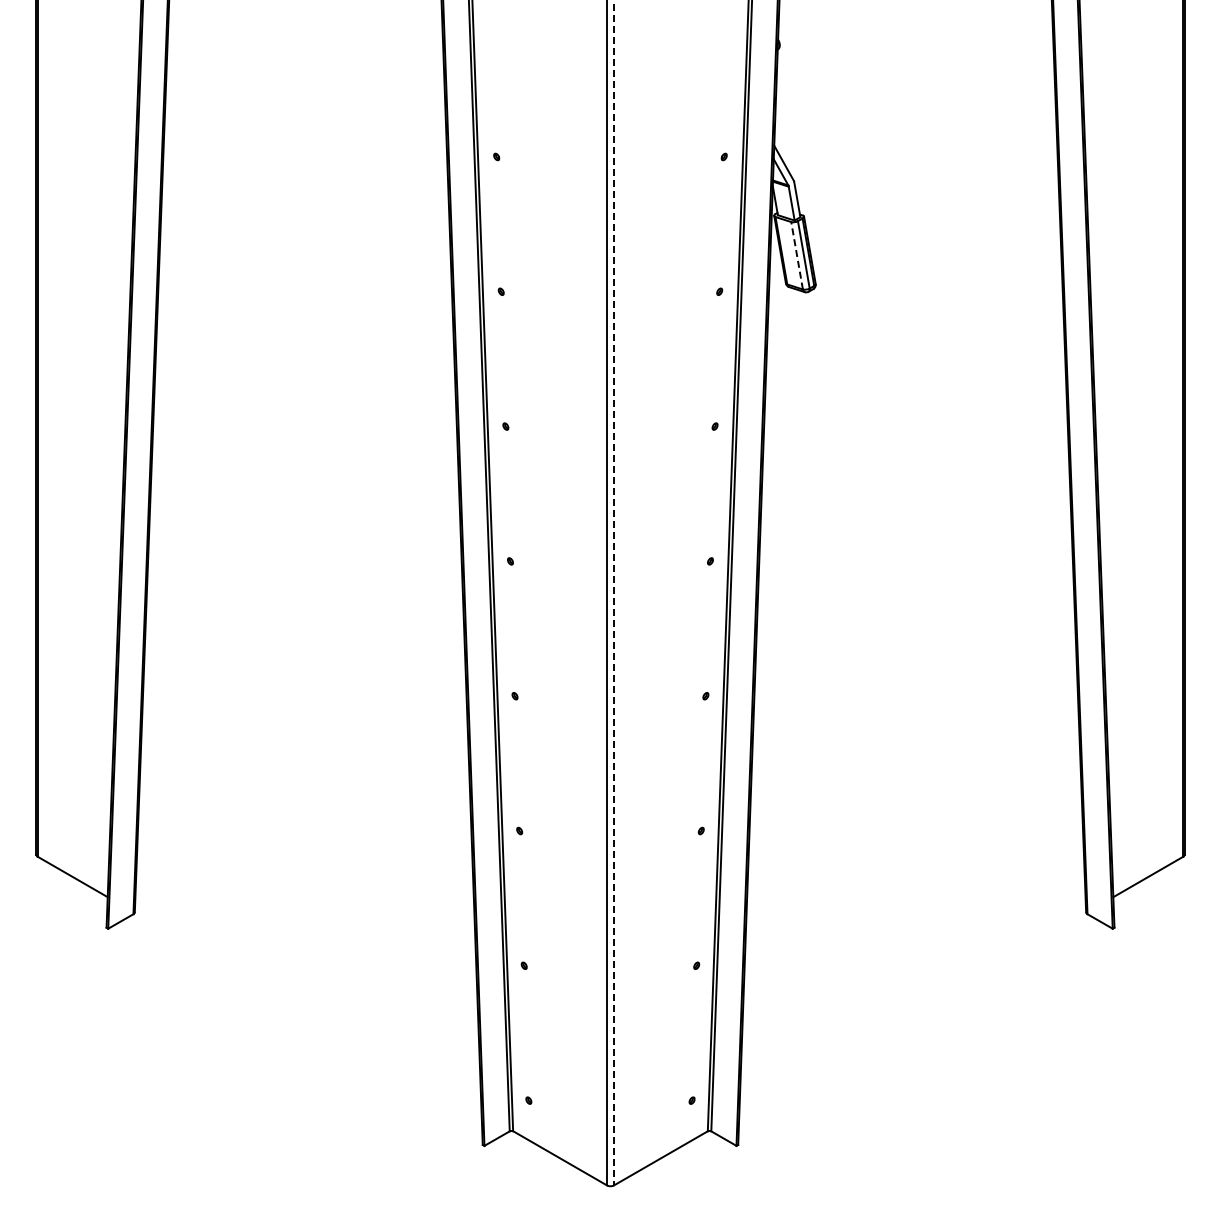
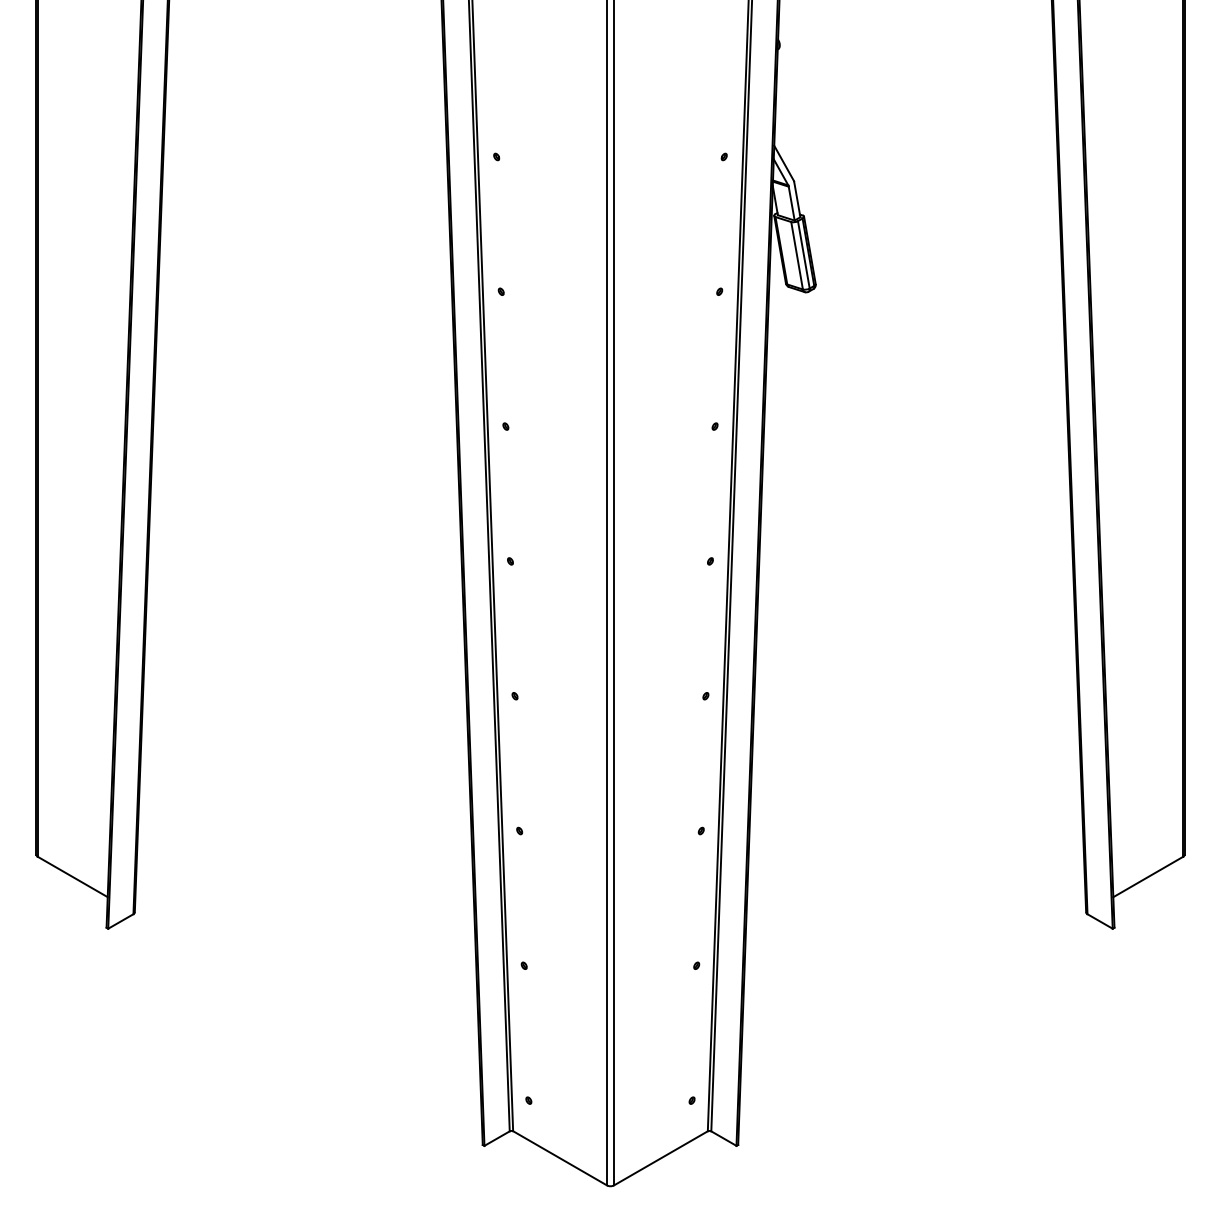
line at (797, 255): dashed -> solid
line at (613, 593): dashed -> solid
